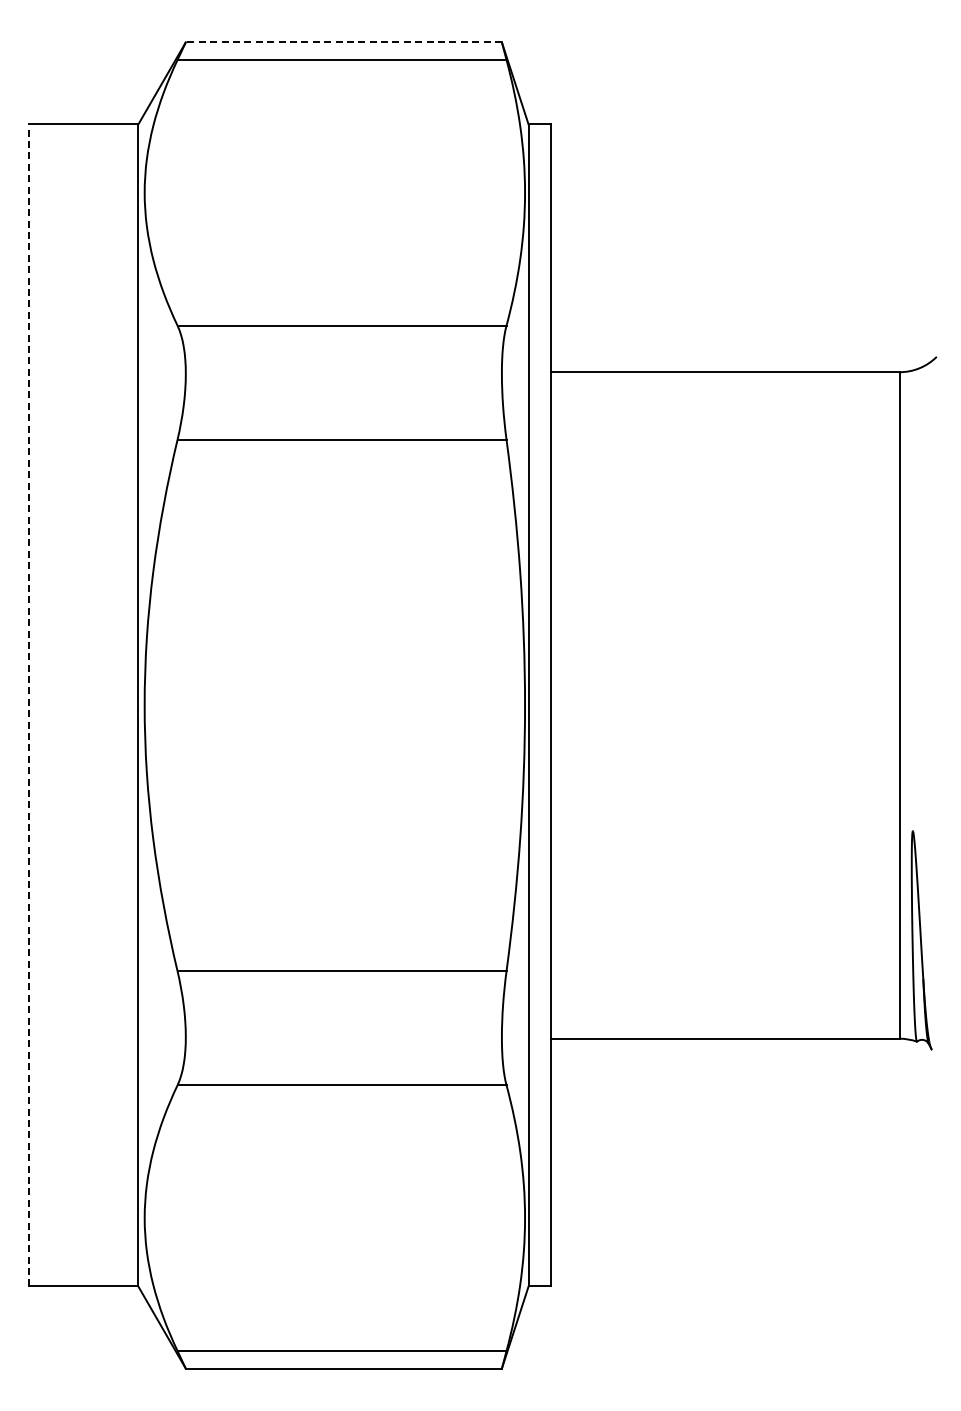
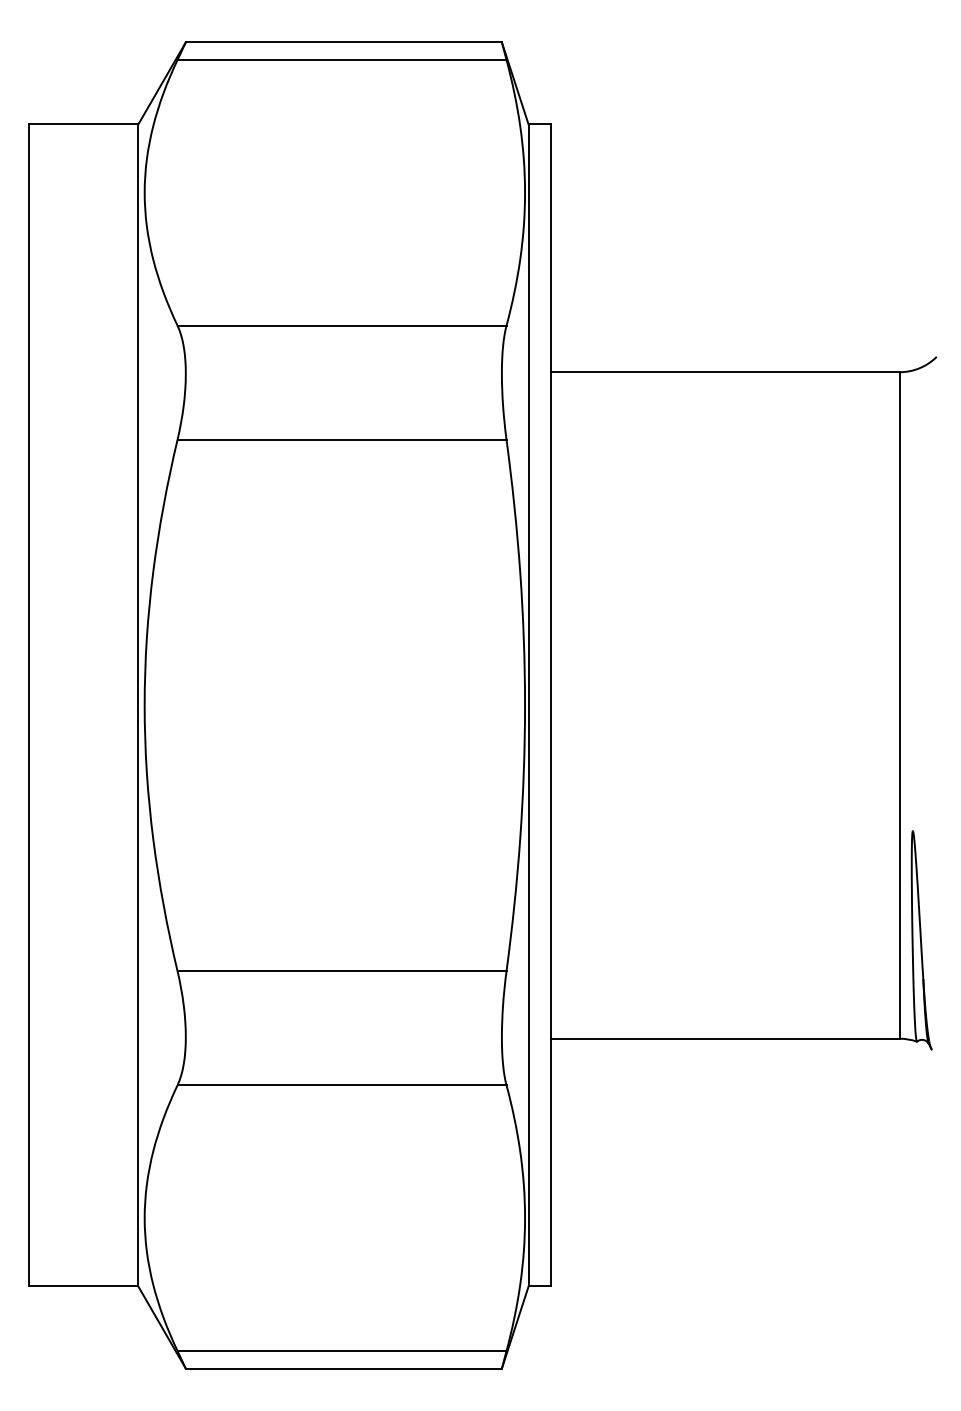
line at (343, 42): dashed -> solid
line at (28, 705): dashed -> solid
